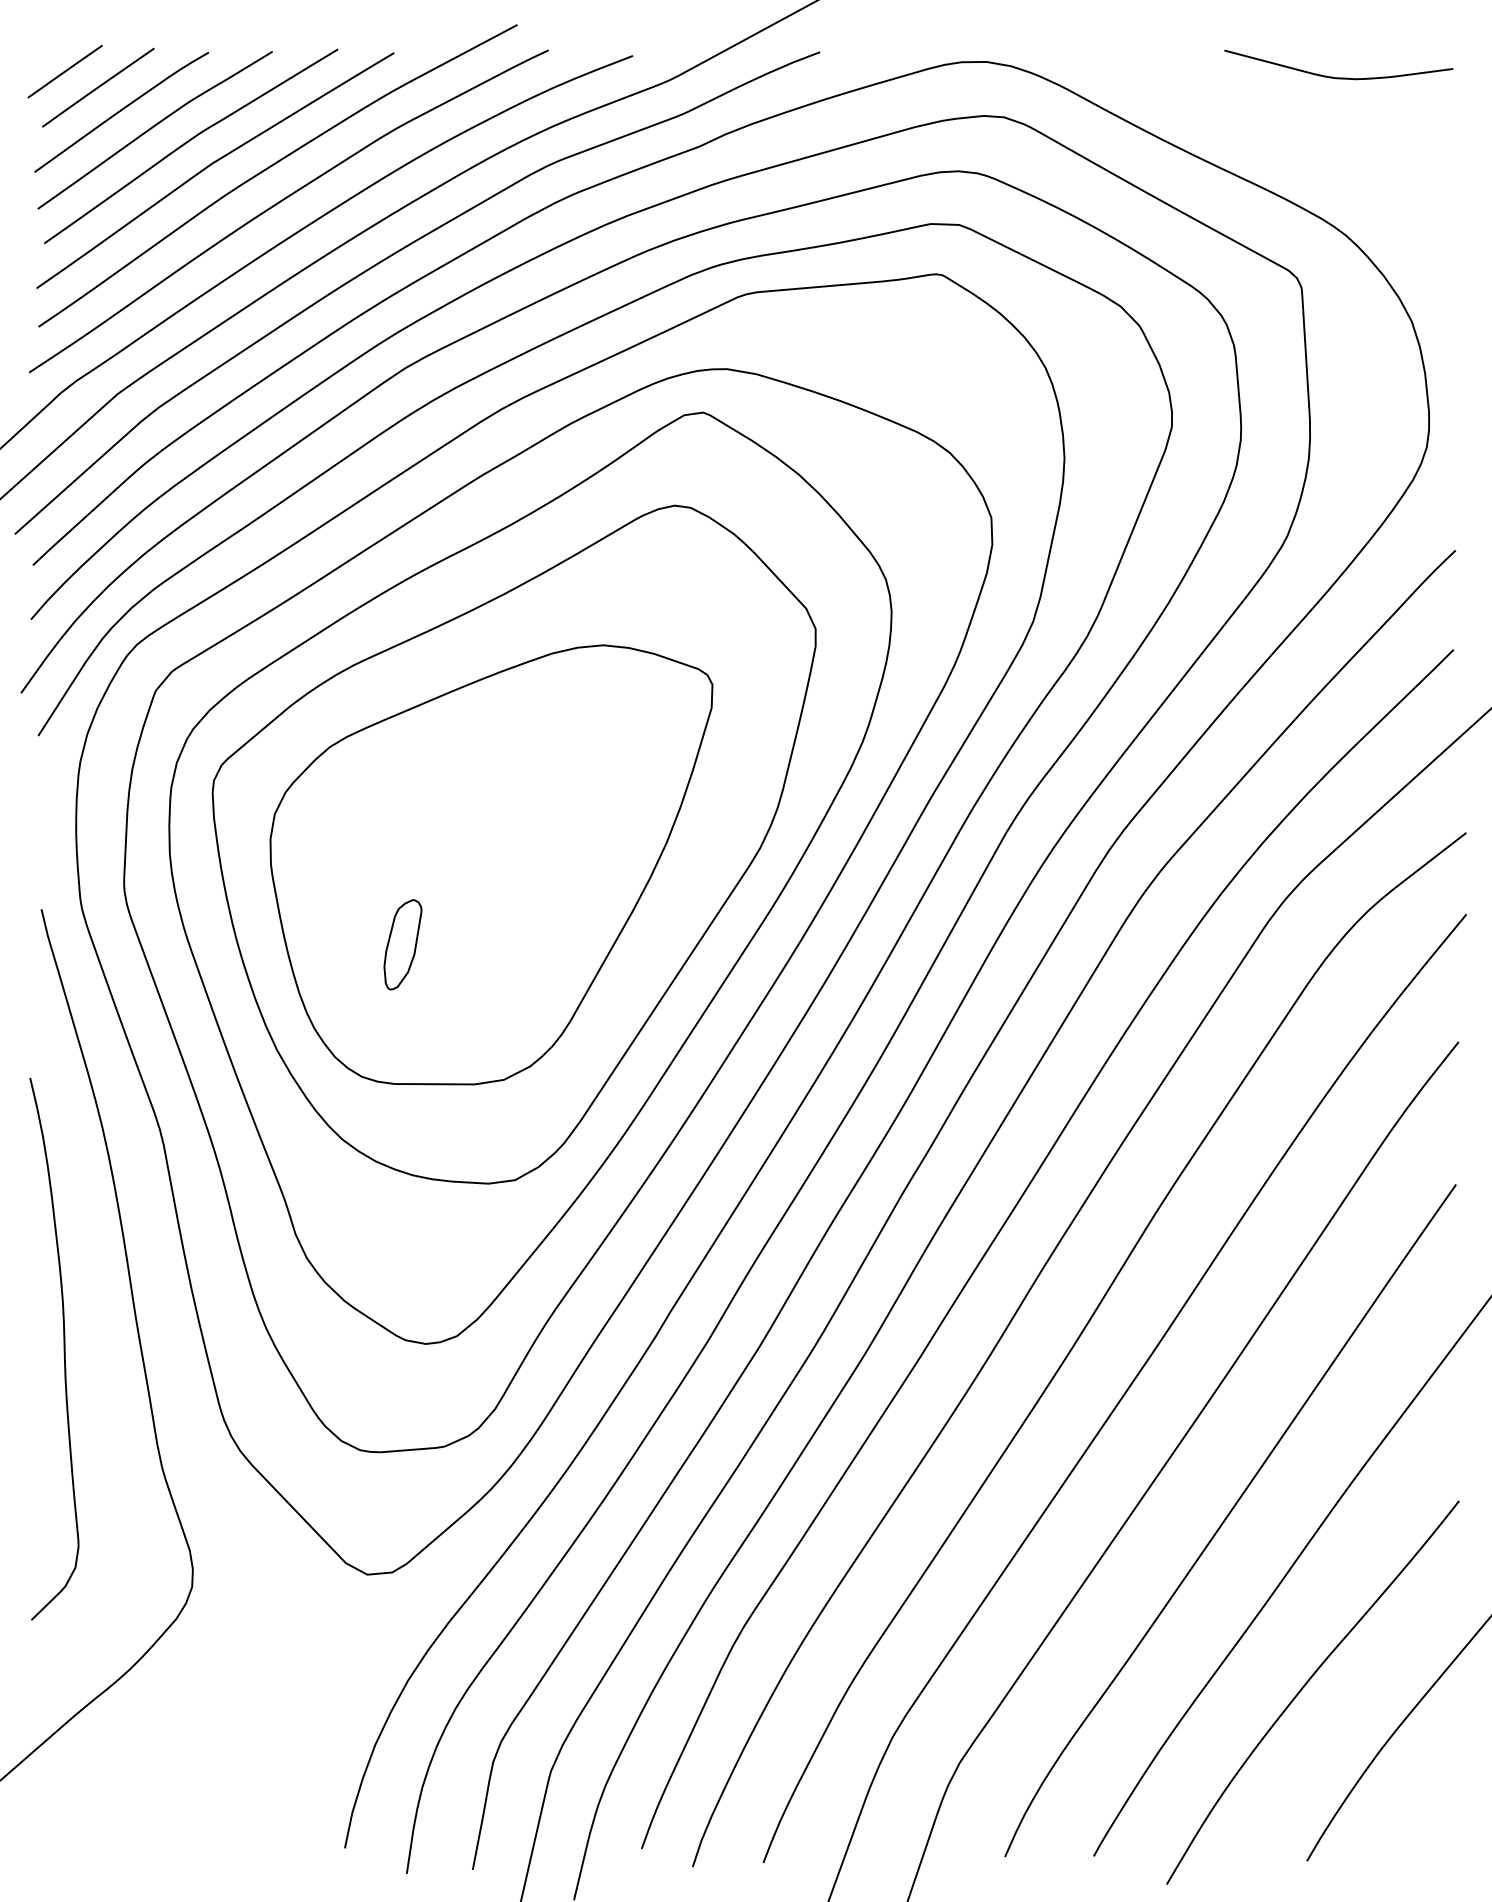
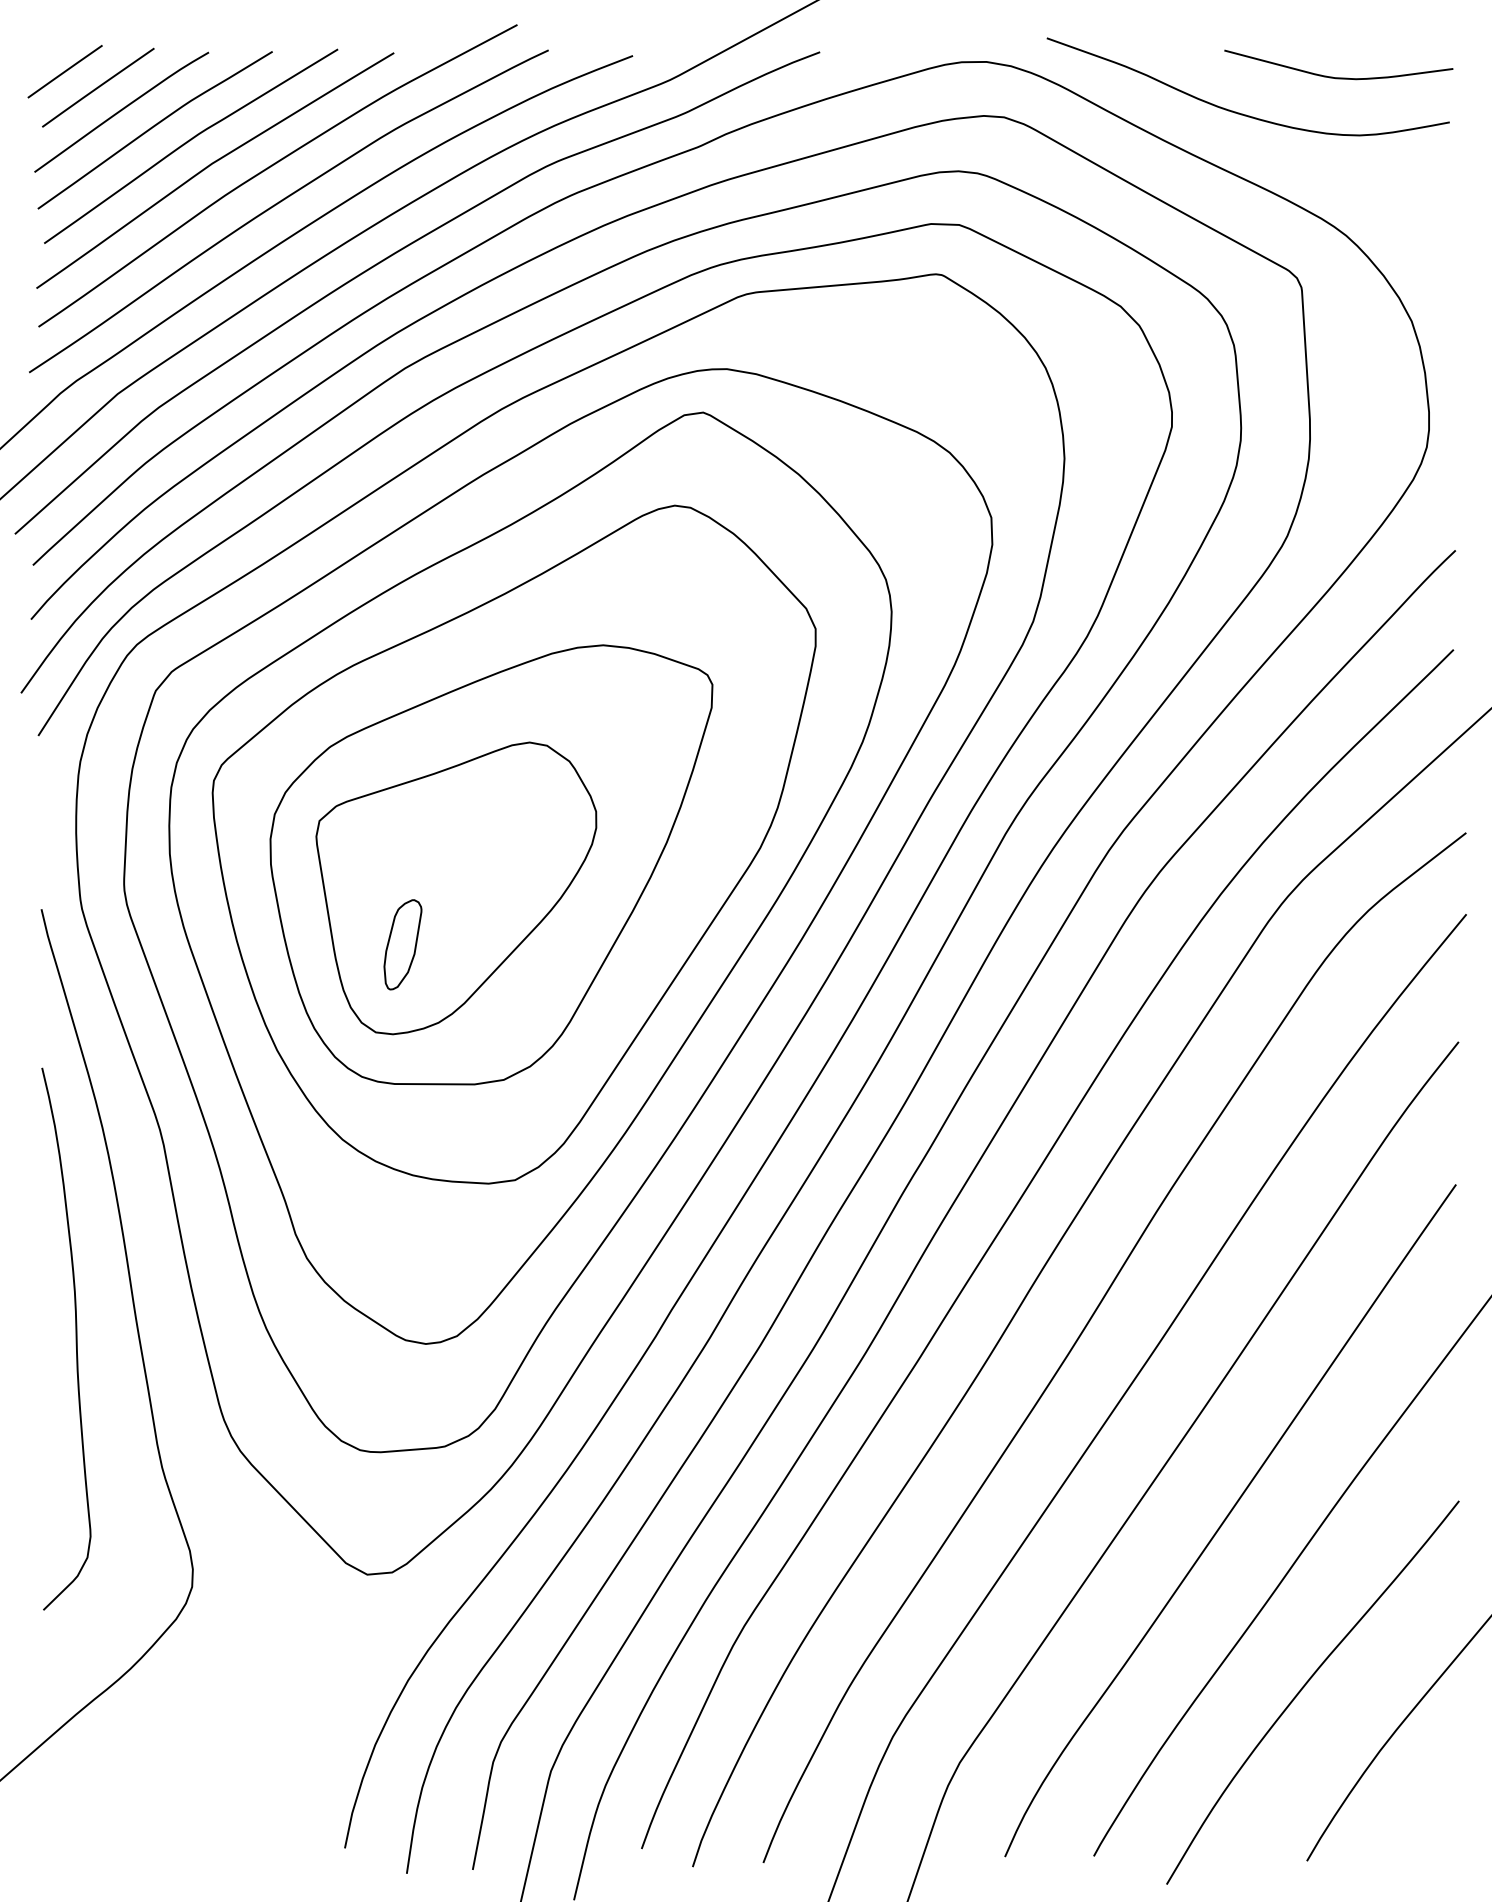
curve at (1239, 112): none -> present
part at (456, 888): none -> present
curve at (63, 1348) position: (63, 1348) -> (75, 1338)
